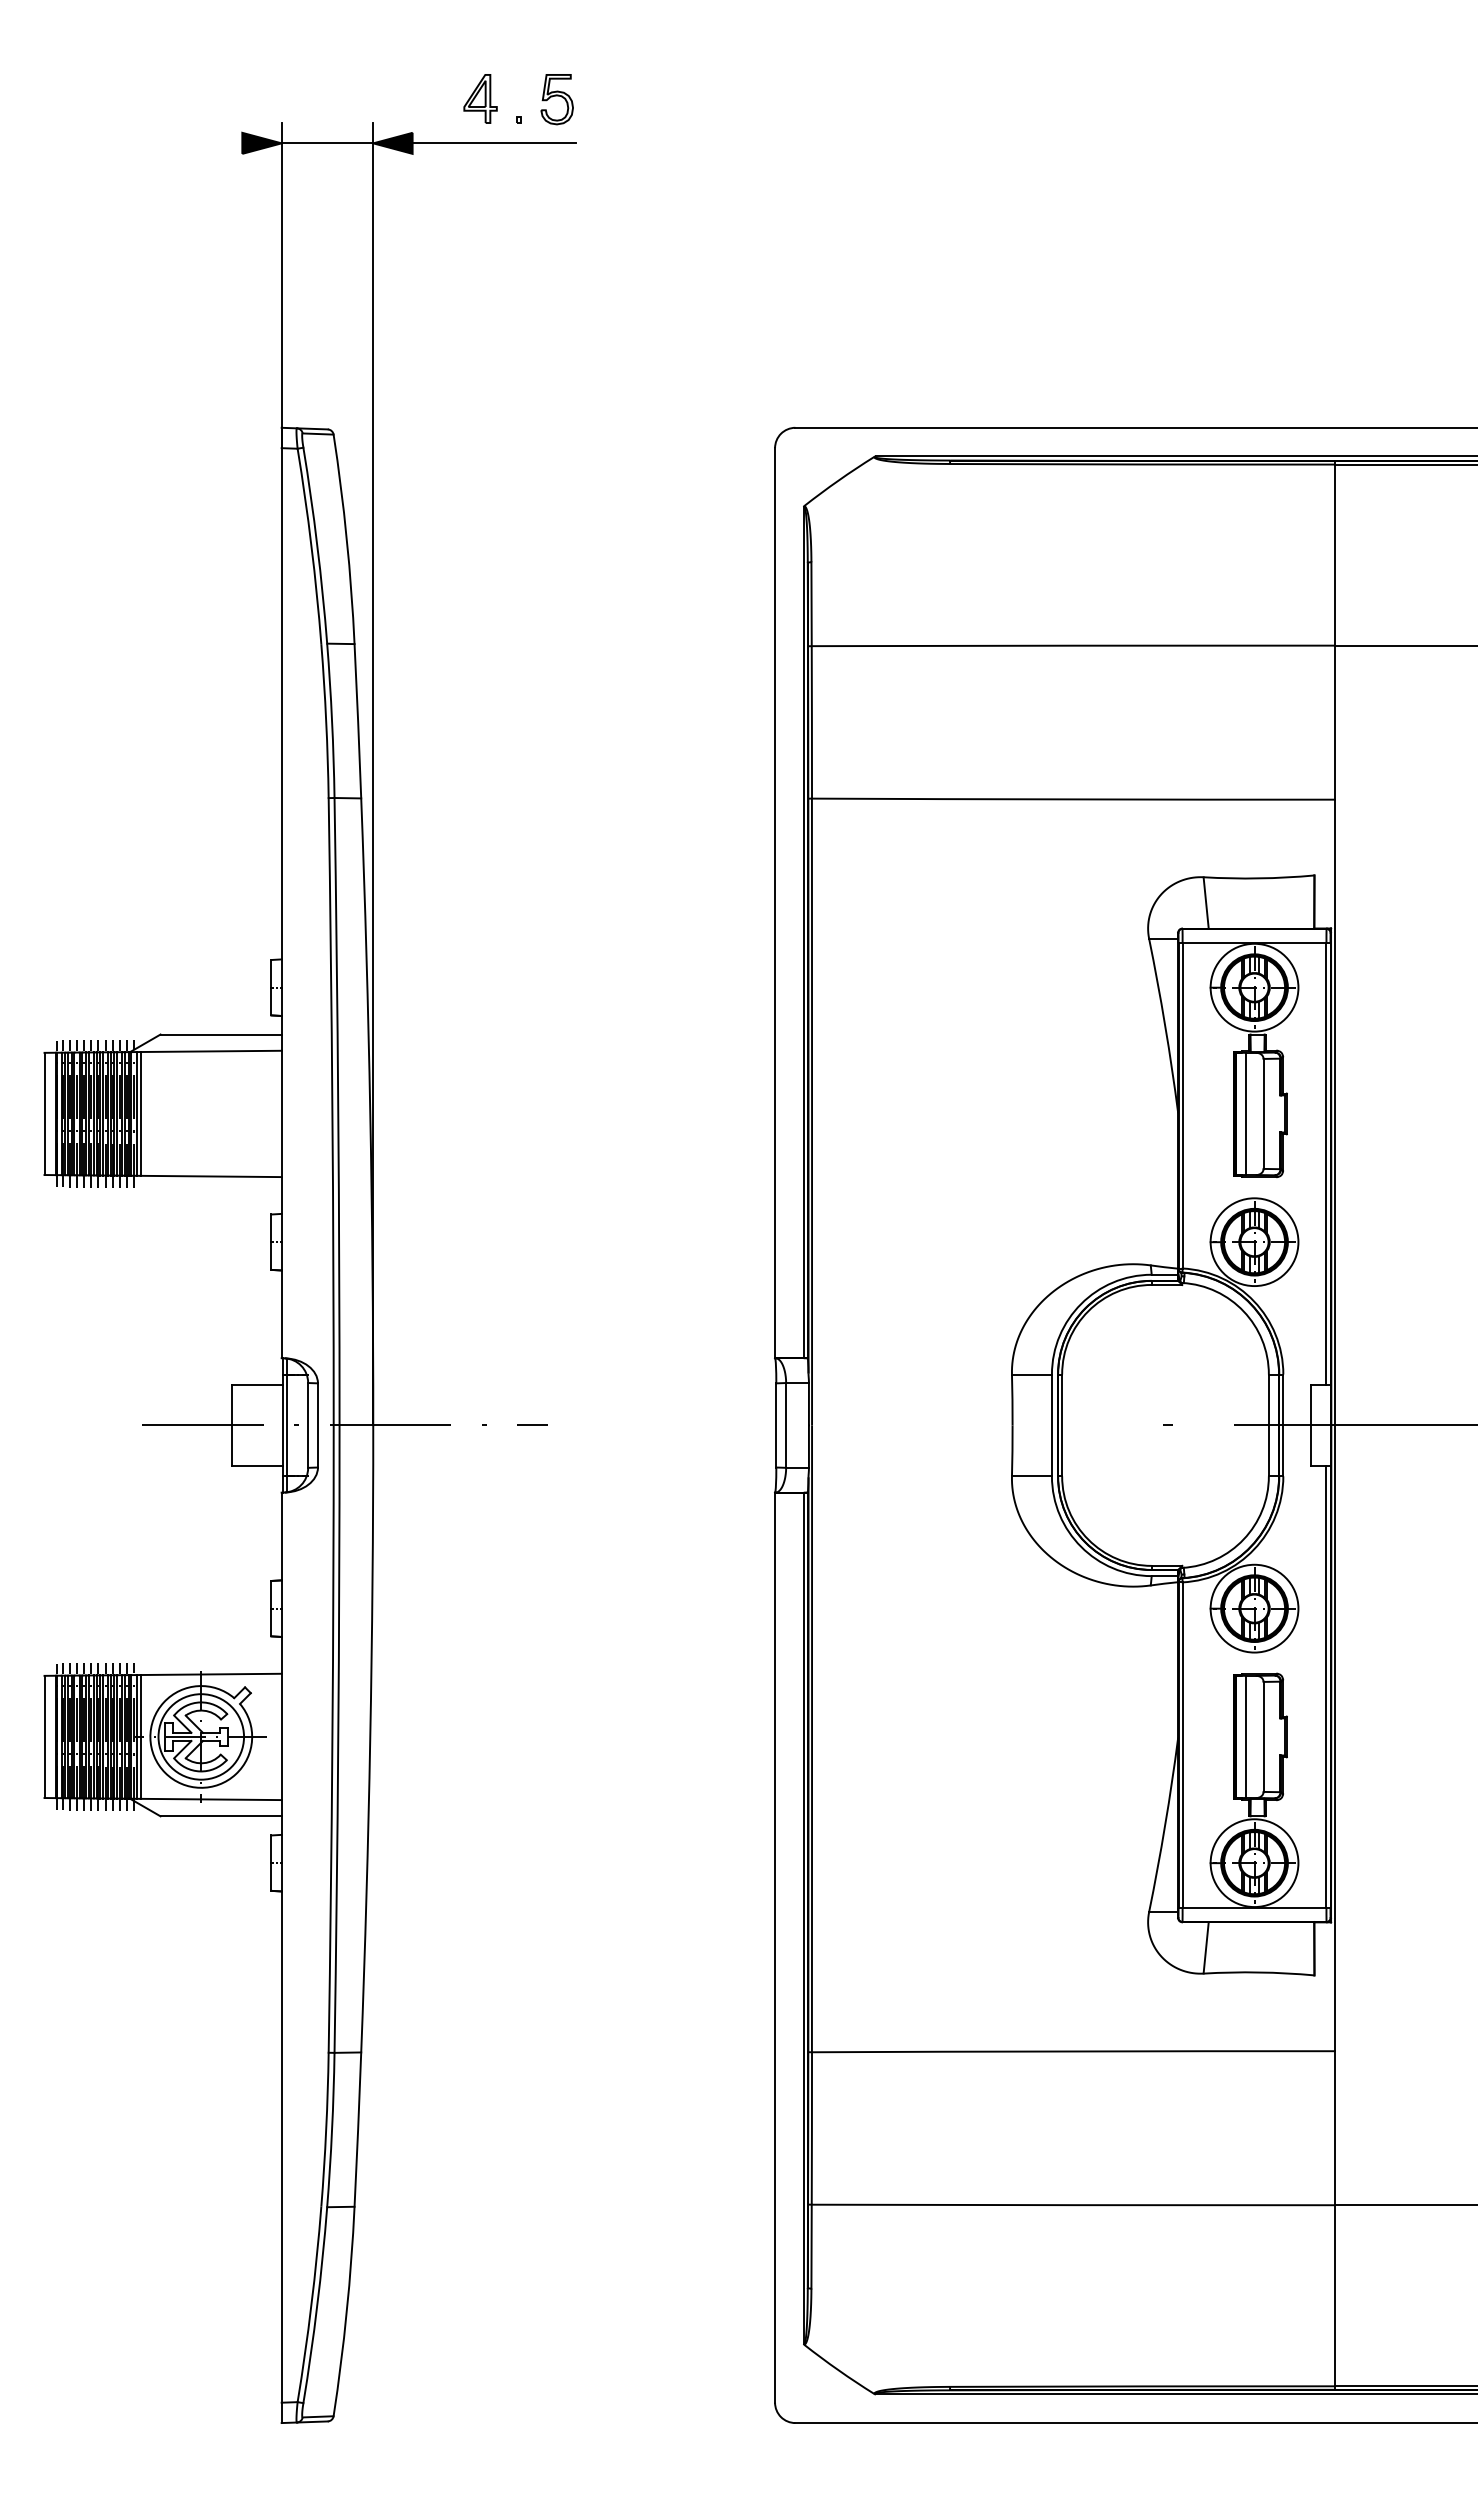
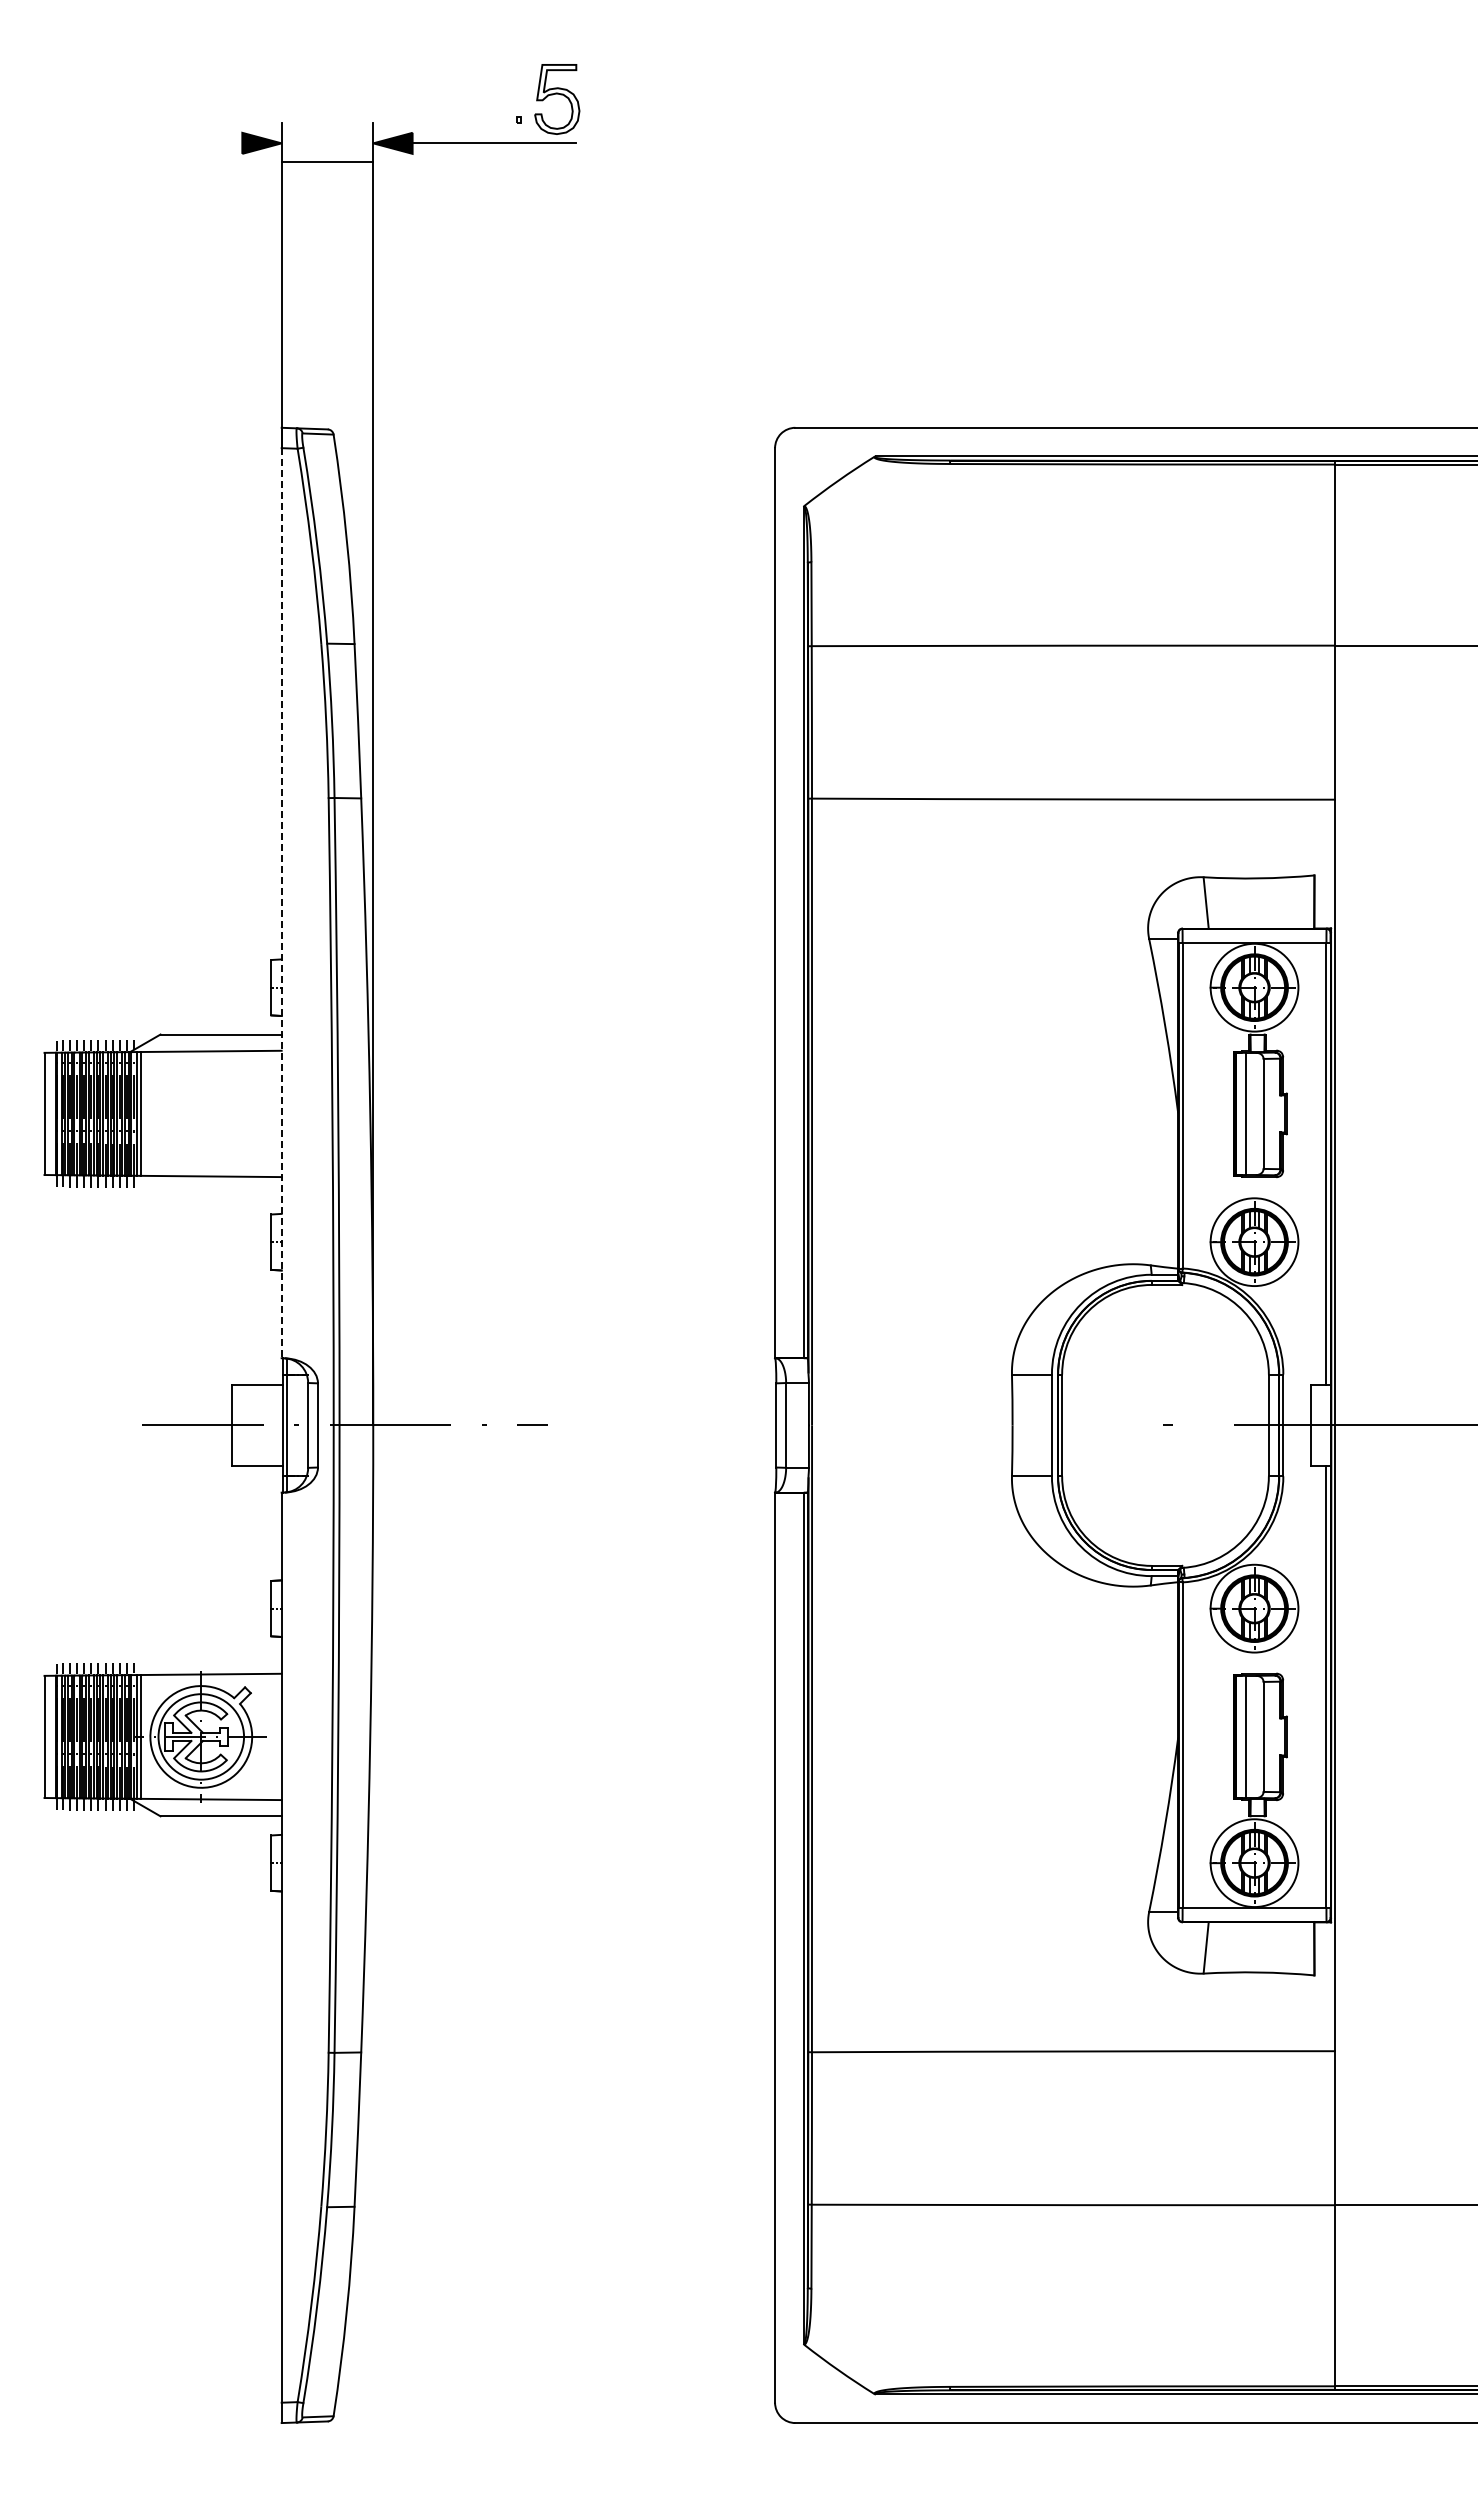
part at (480, 98): present -> none
part at (556, 99) size: 34x52 px -> 47x71 px
line at (327, 143) position: (327, 143) -> (327, 162)
line at (281, 903): solid -> dashed
